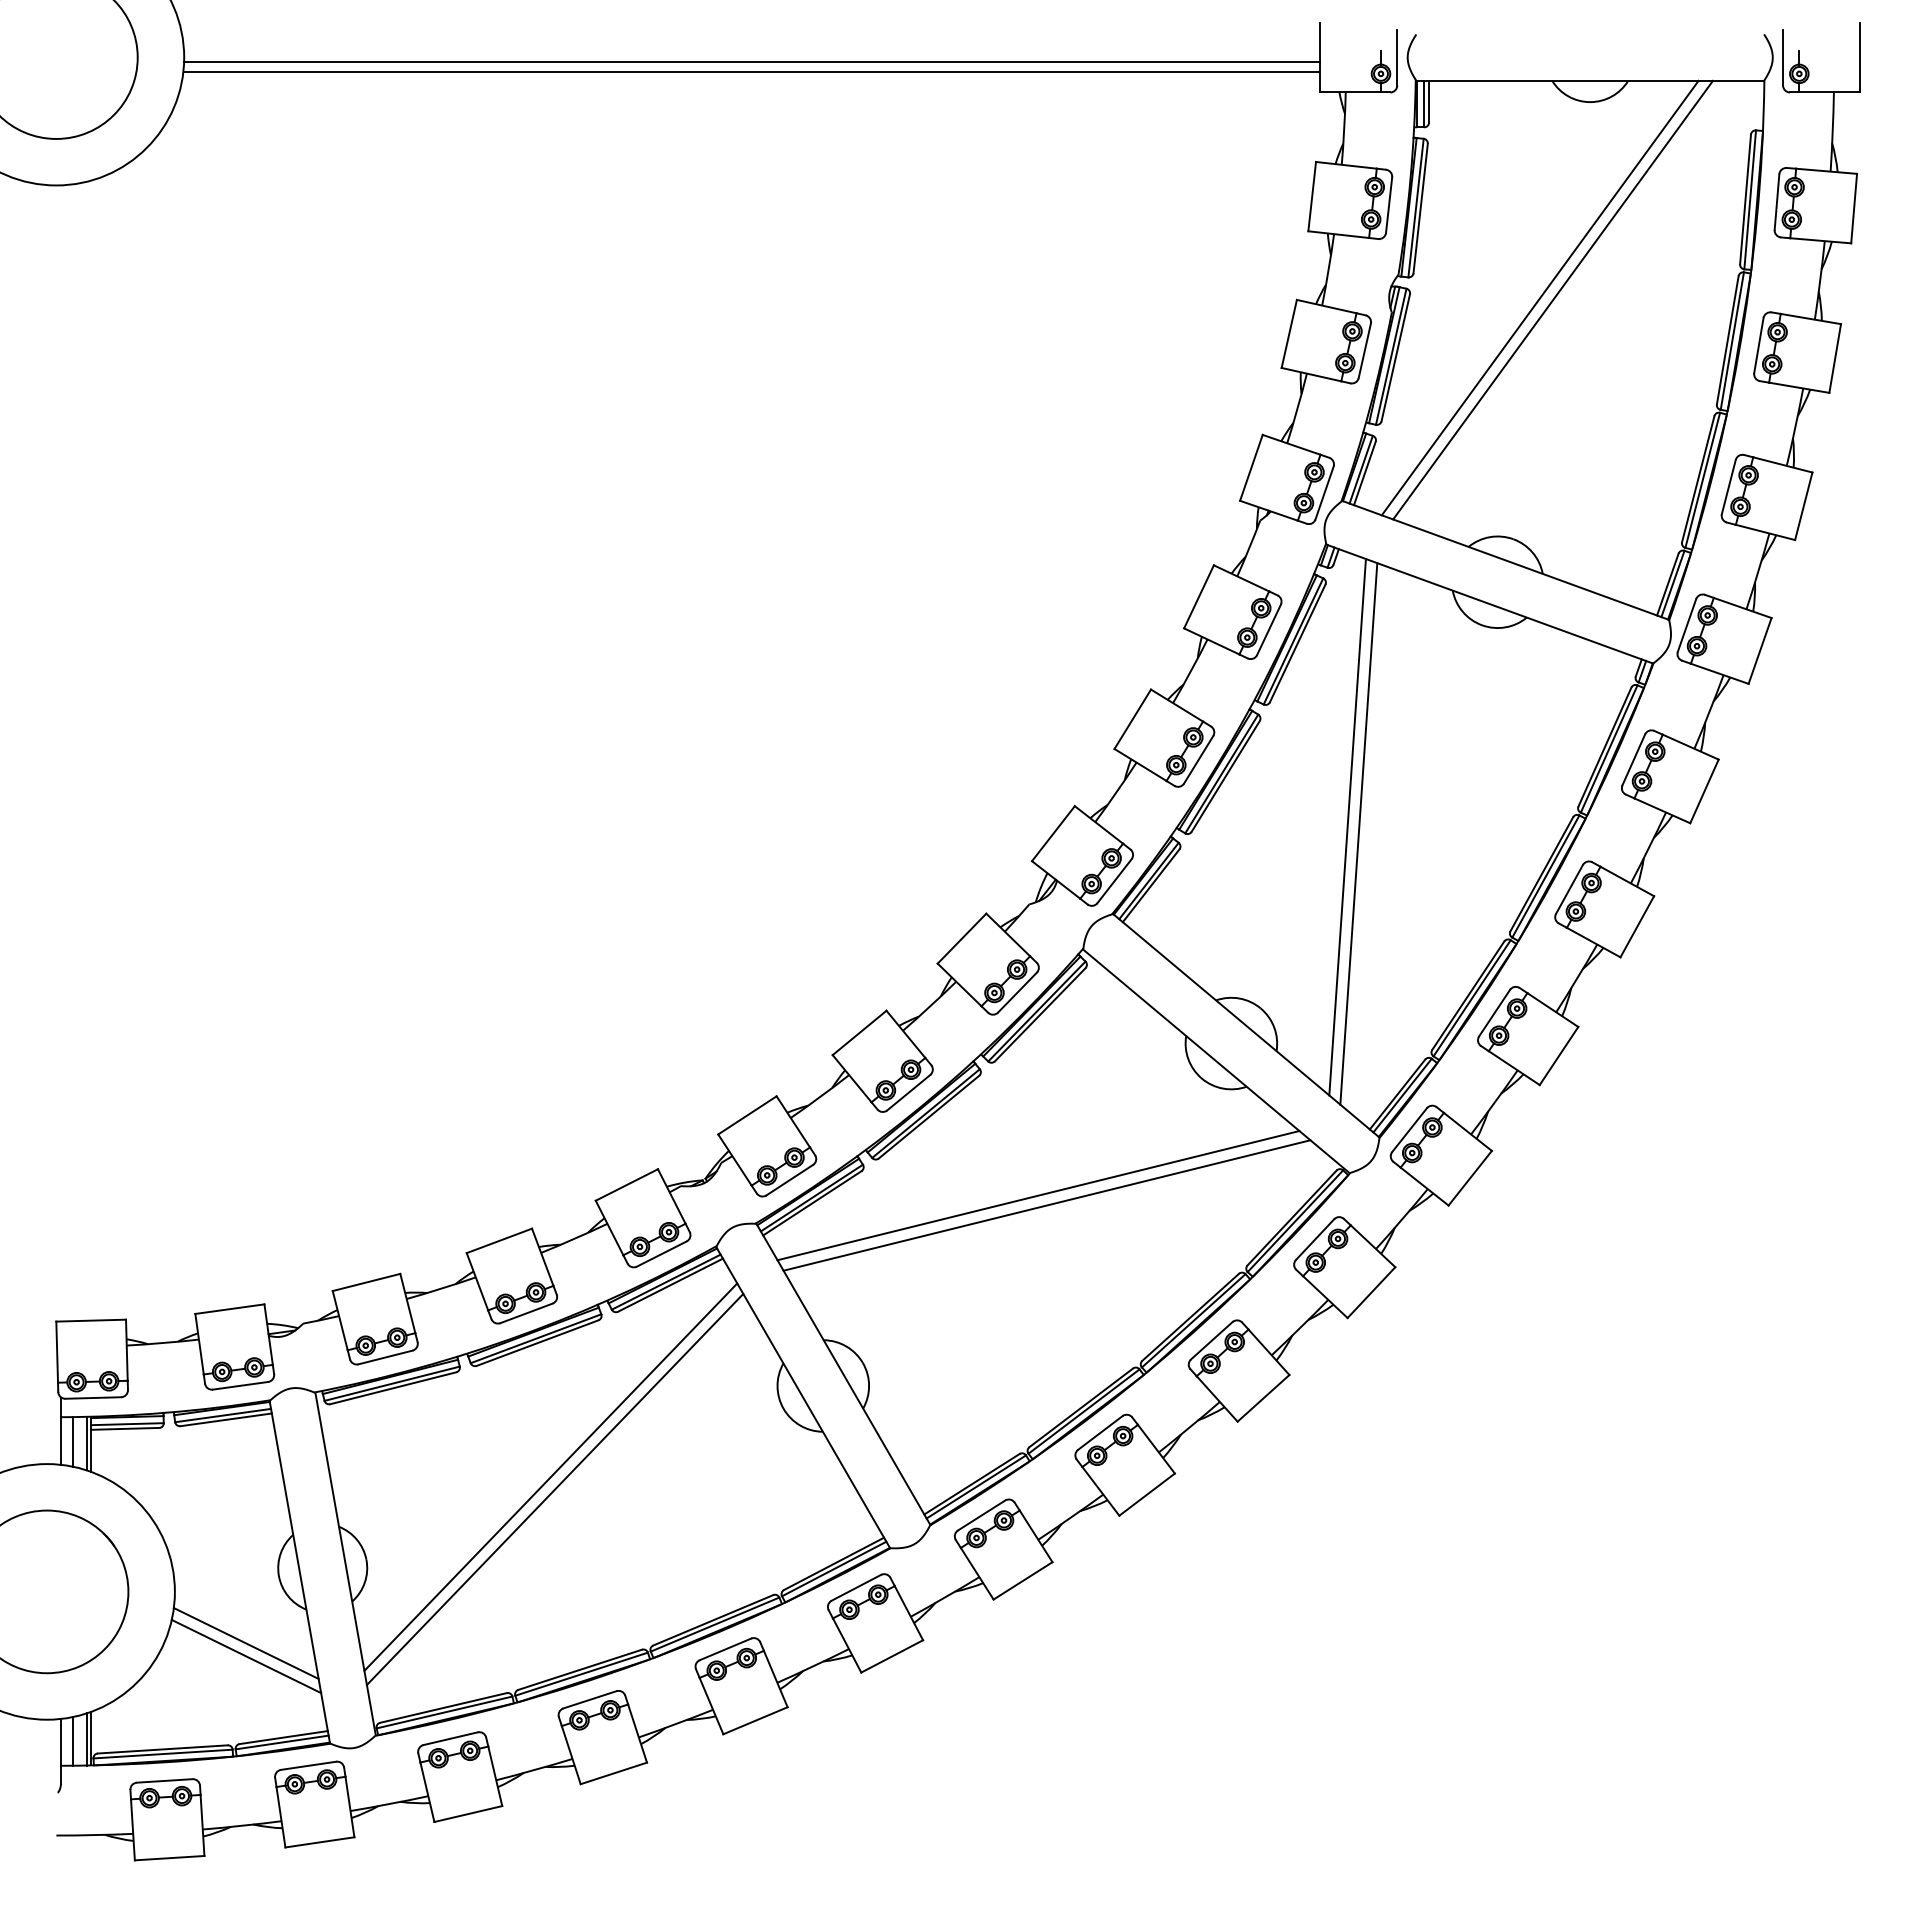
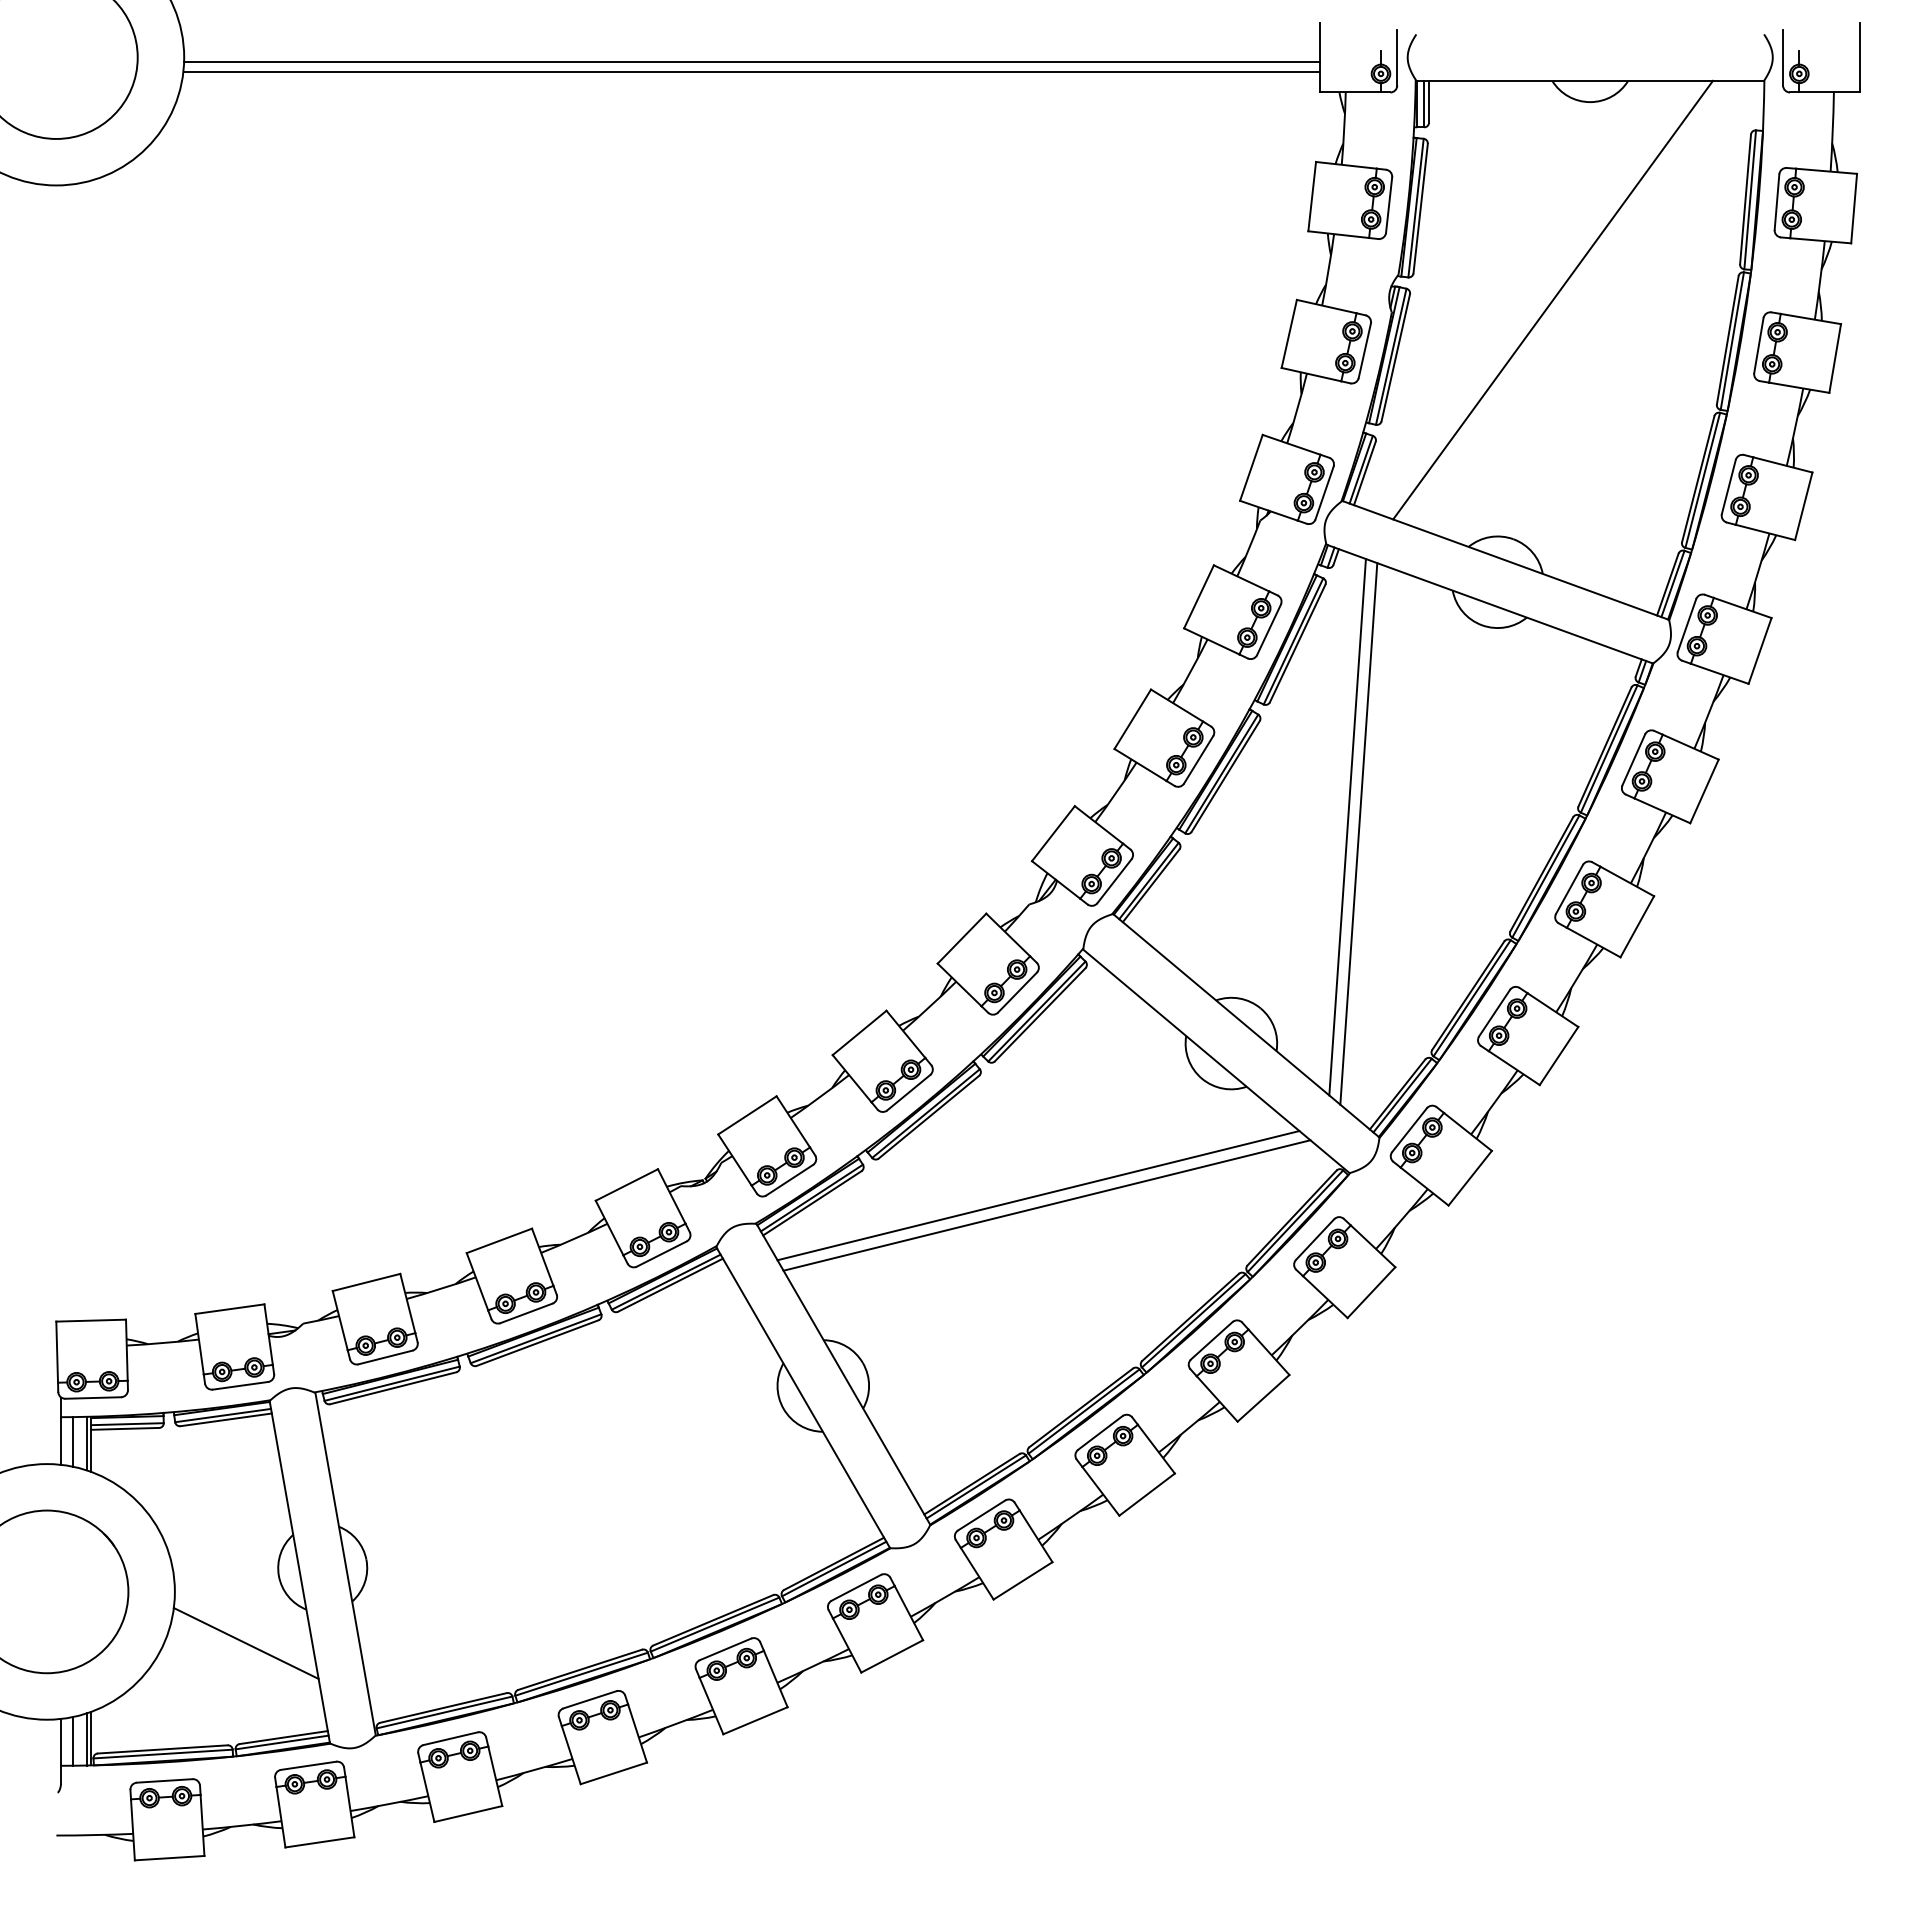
line at (1539, 297): present -> none
line at (550, 1476): present -> none
line at (554, 1489): present -> none
line at (246, 1656): present -> none
